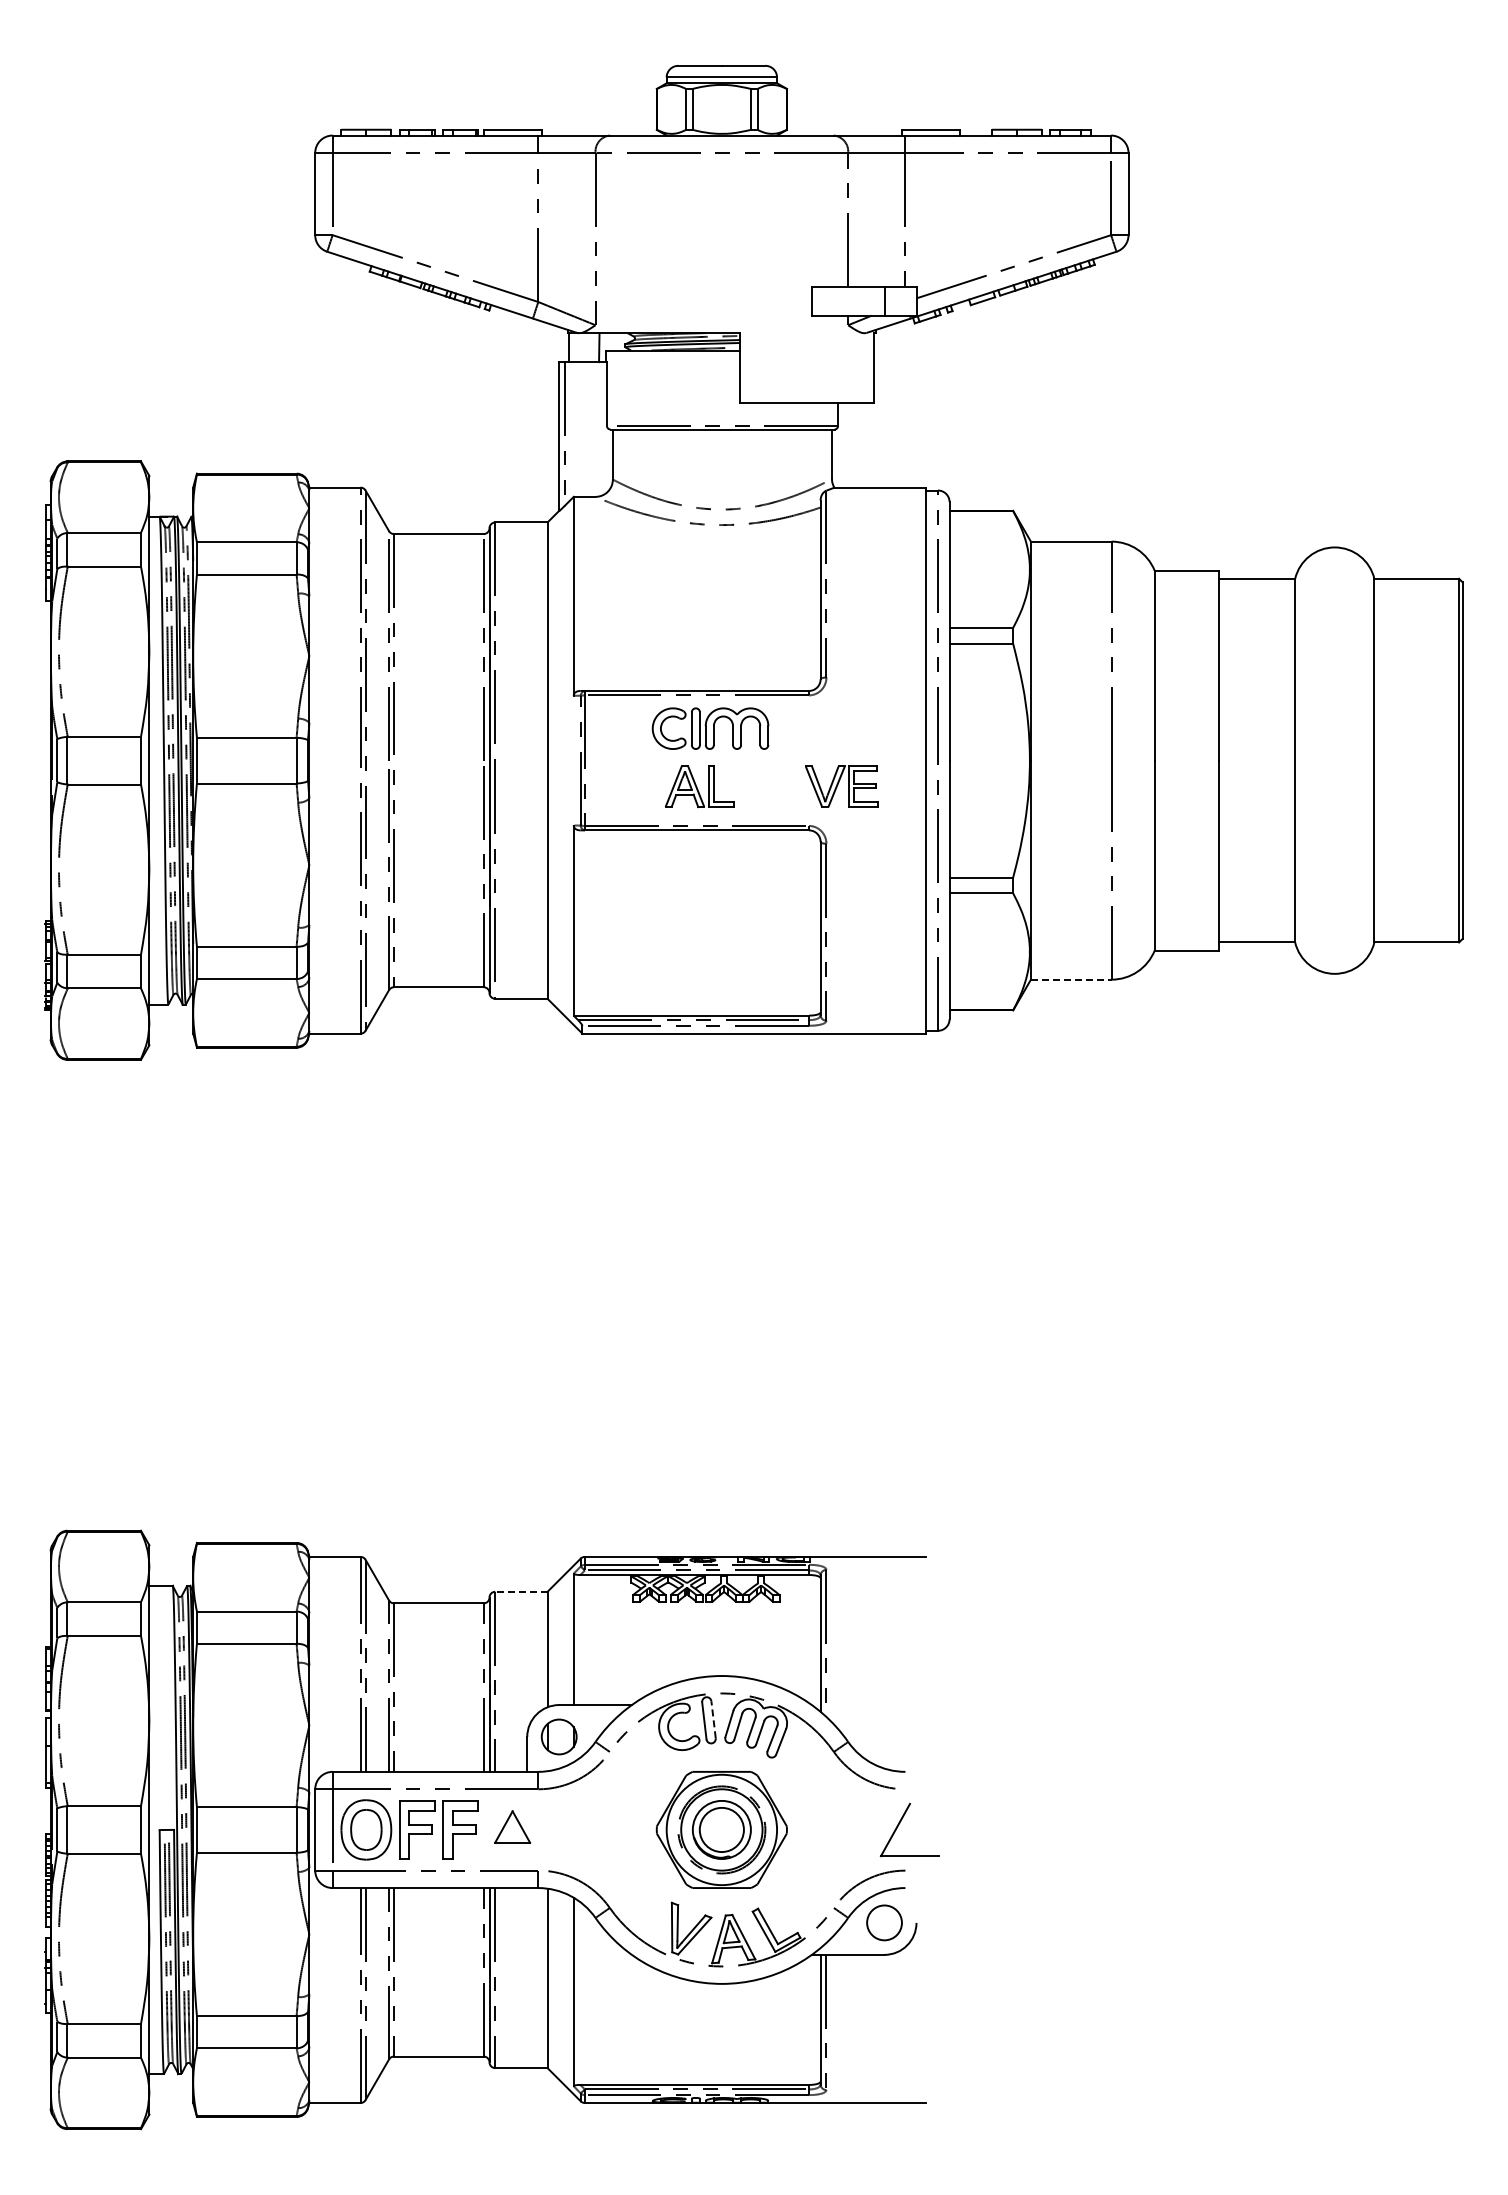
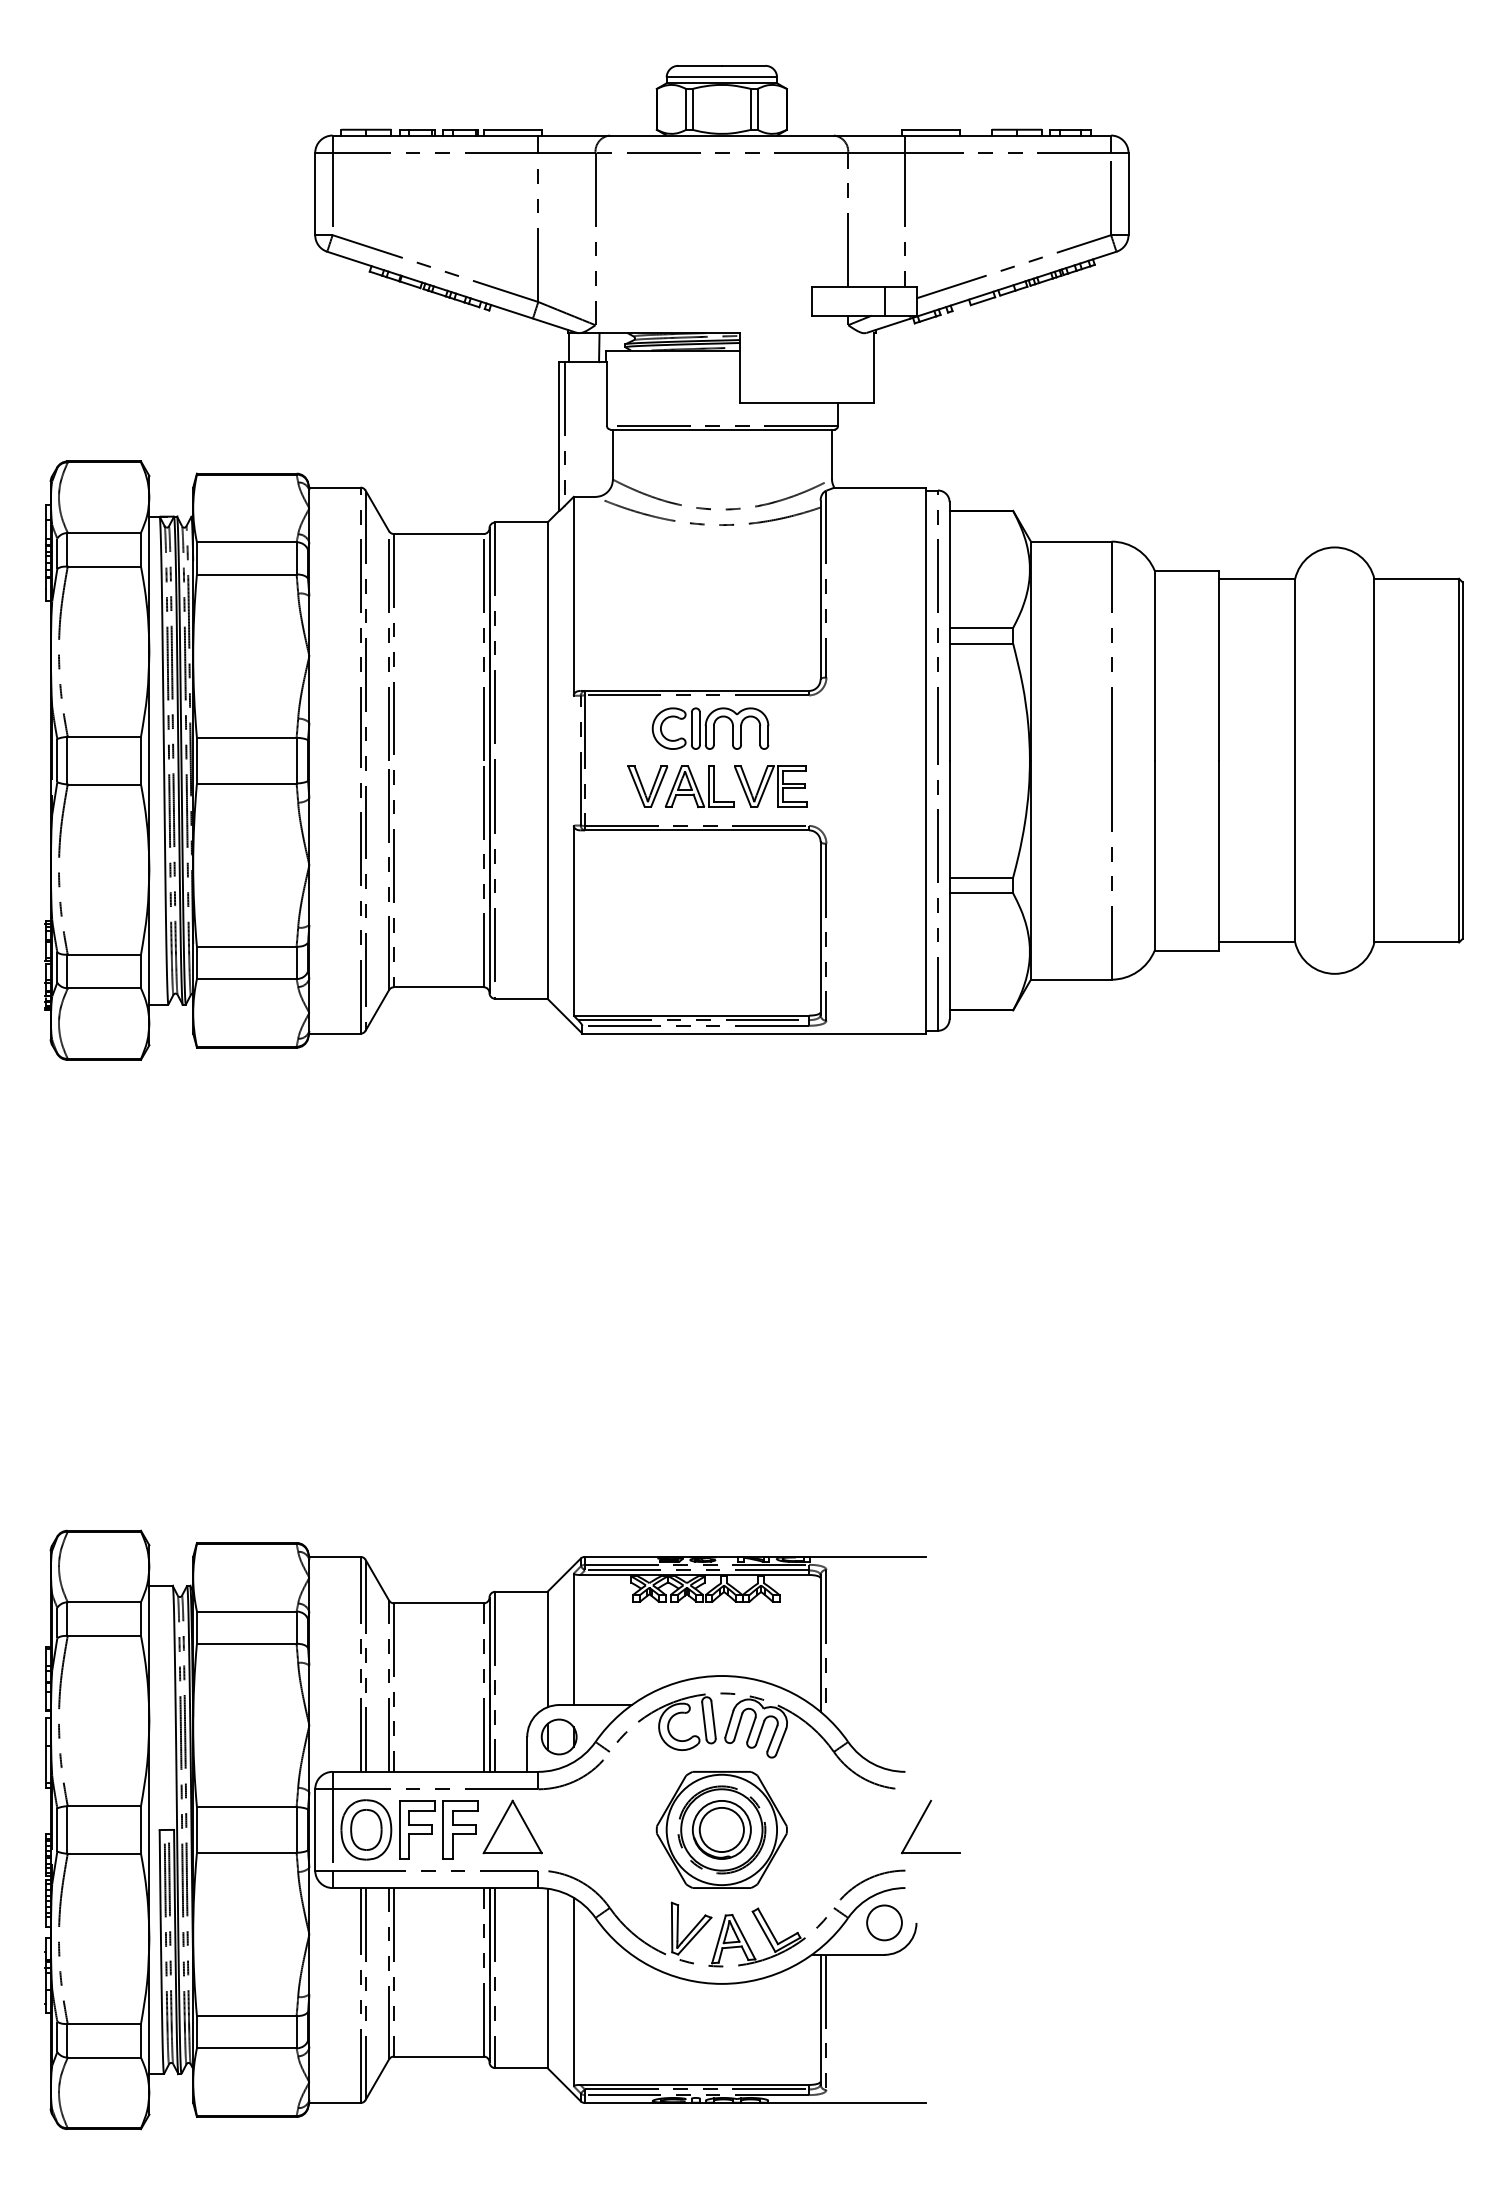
part at (647, 786): none -> present
part at (841, 786) position: (841, 786) -> (770, 786)
line at (1071, 979): dashed -> solid
line at (520, 1591): dashed -> solid
line at (713, 1719): dashed -> solid
part at (899, 1825) position: (899, 1825) -> (920, 1822)
part at (512, 1826) size: 37x34 px -> 61x56 px
